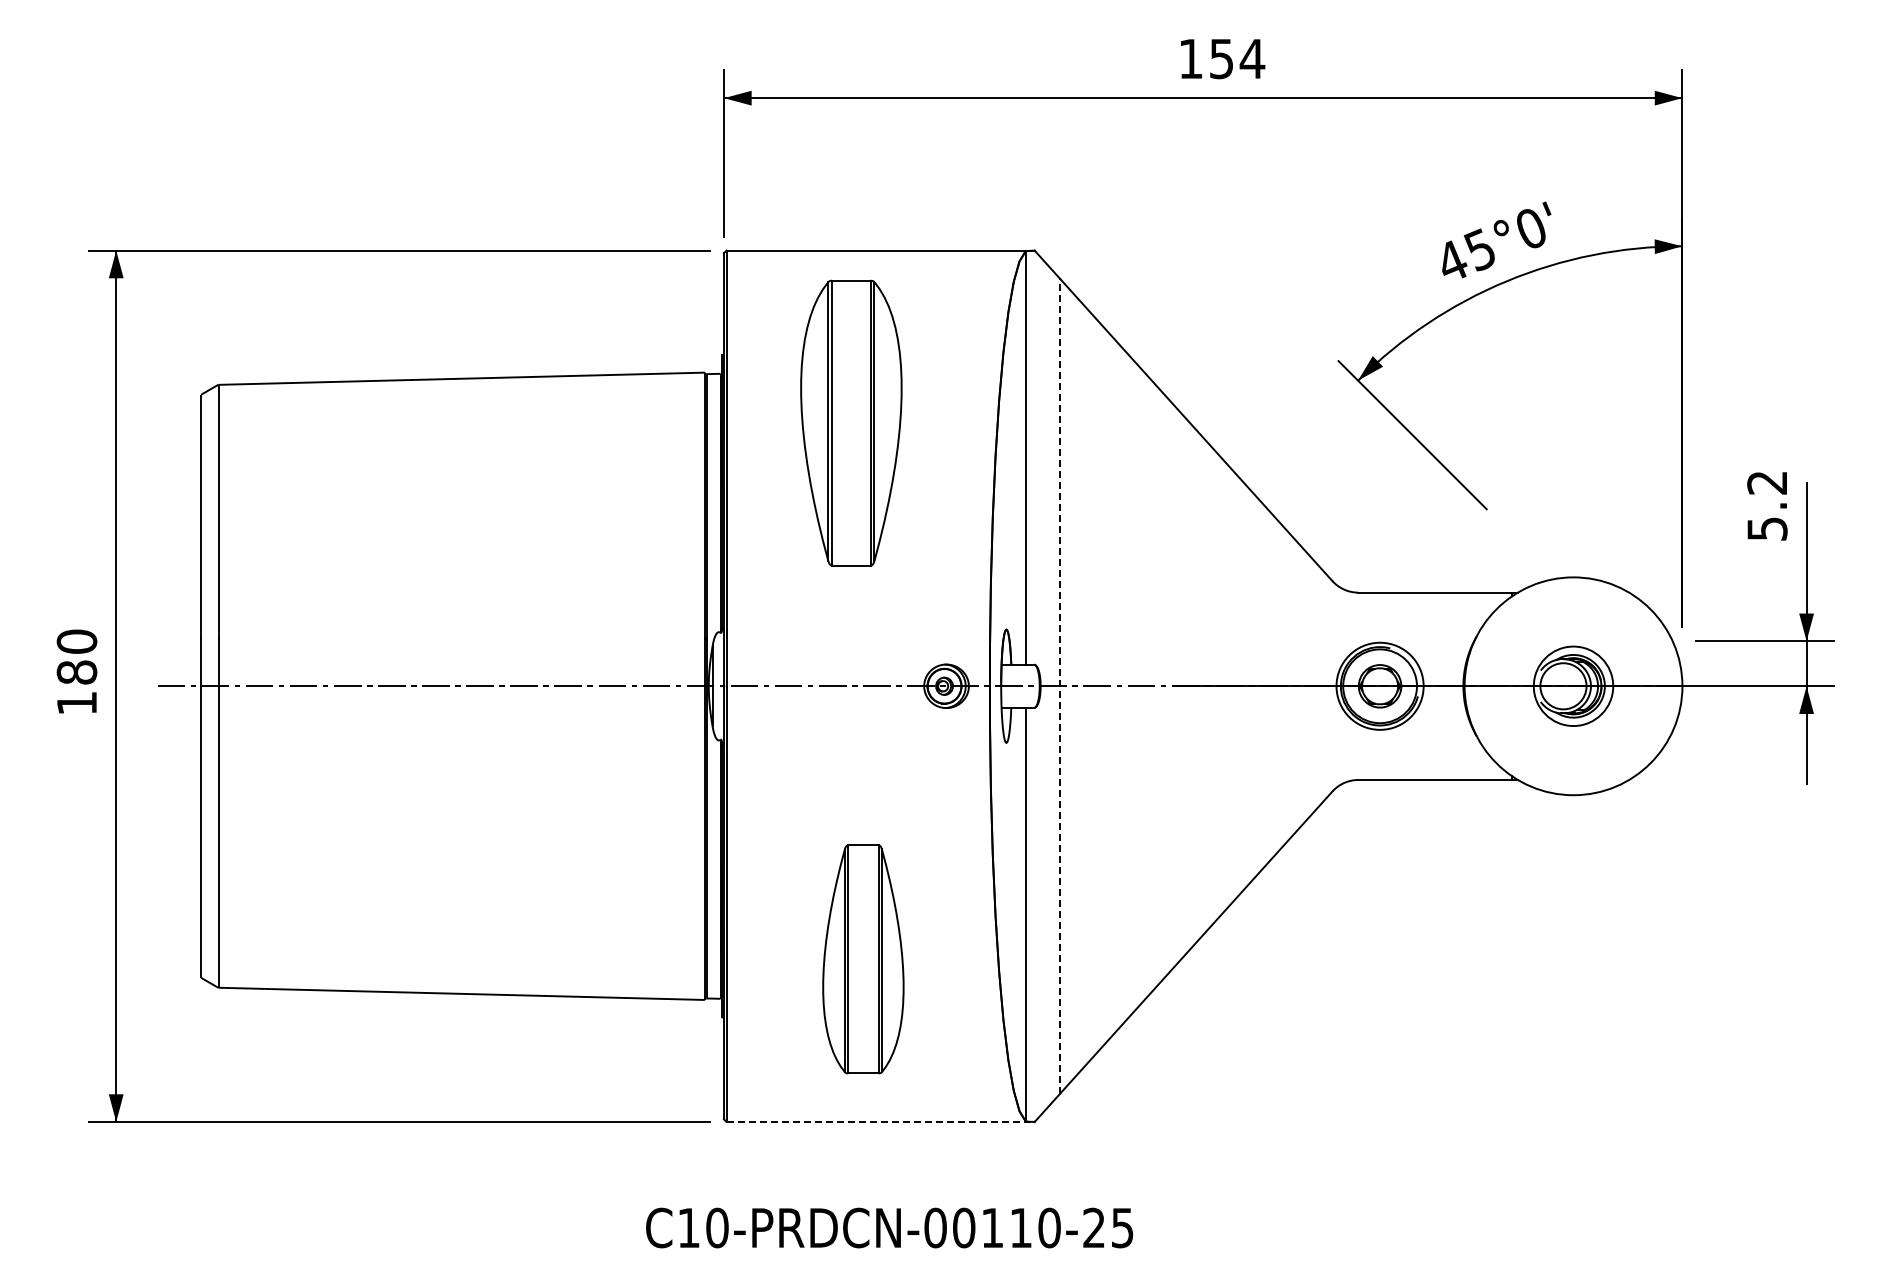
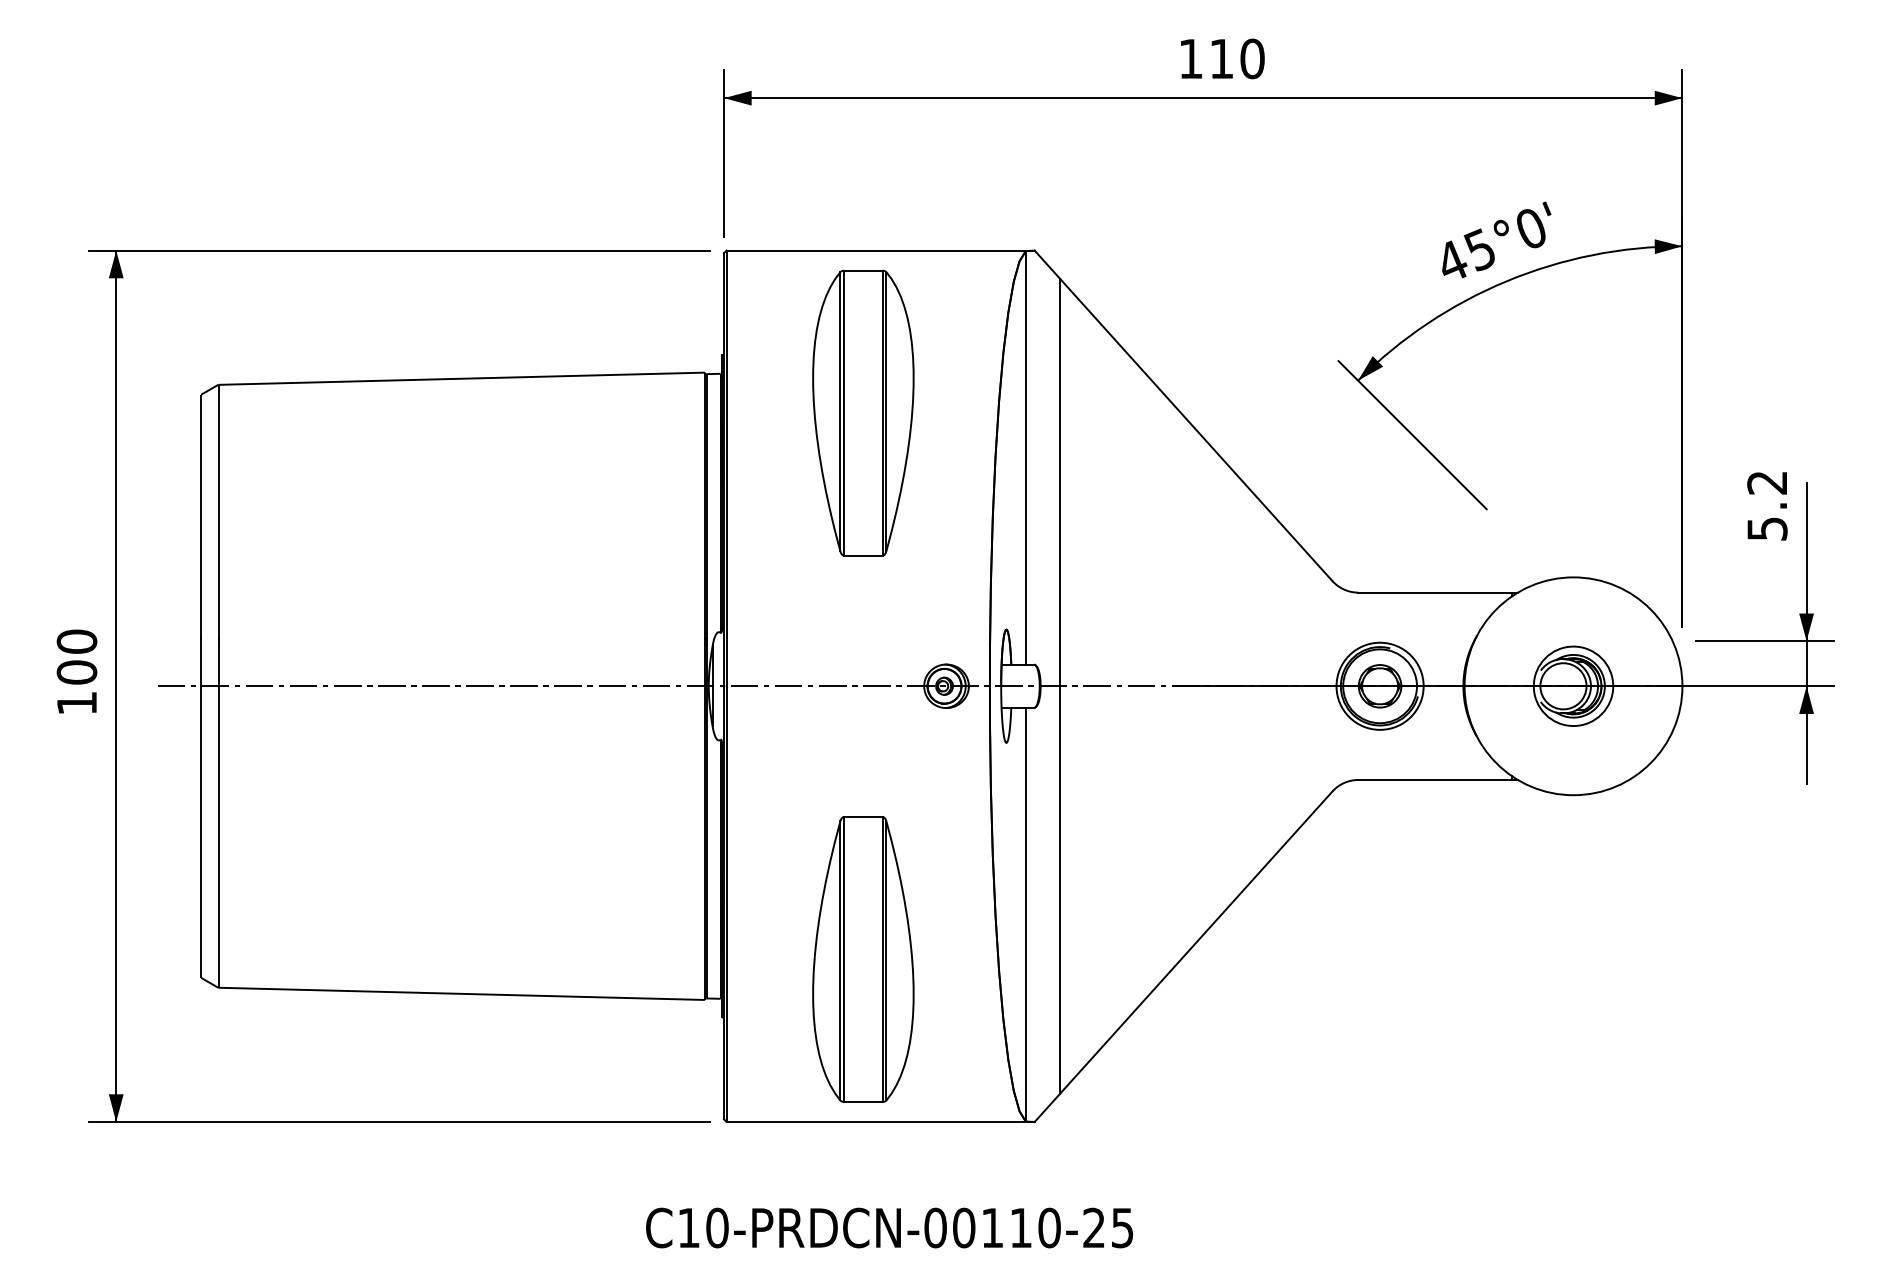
text at (1237, 58): 154 -> 110
part at (851, 422) position: (851, 422) -> (863, 412)
text at (77, 672): 180 -> 100
line at (1060, 685): dashed -> solid
part at (863, 959) size: 83x231 px -> 103x287 px
line at (881, 1121): dashed -> solid
